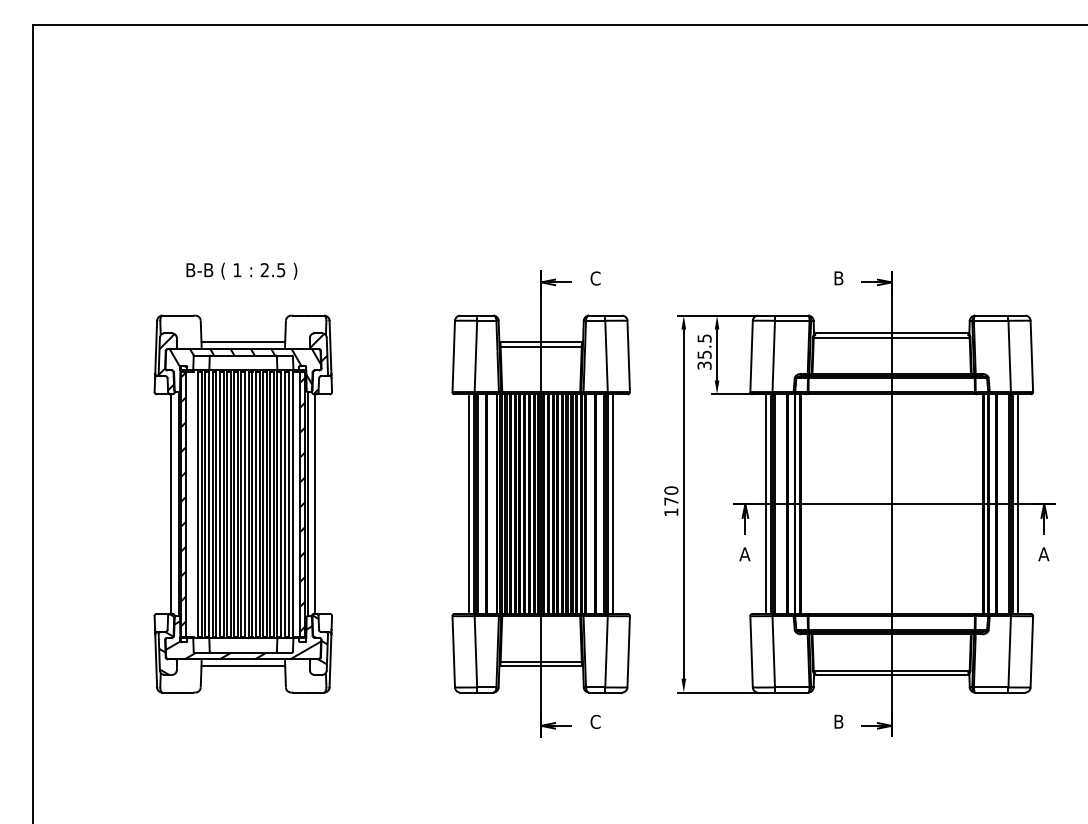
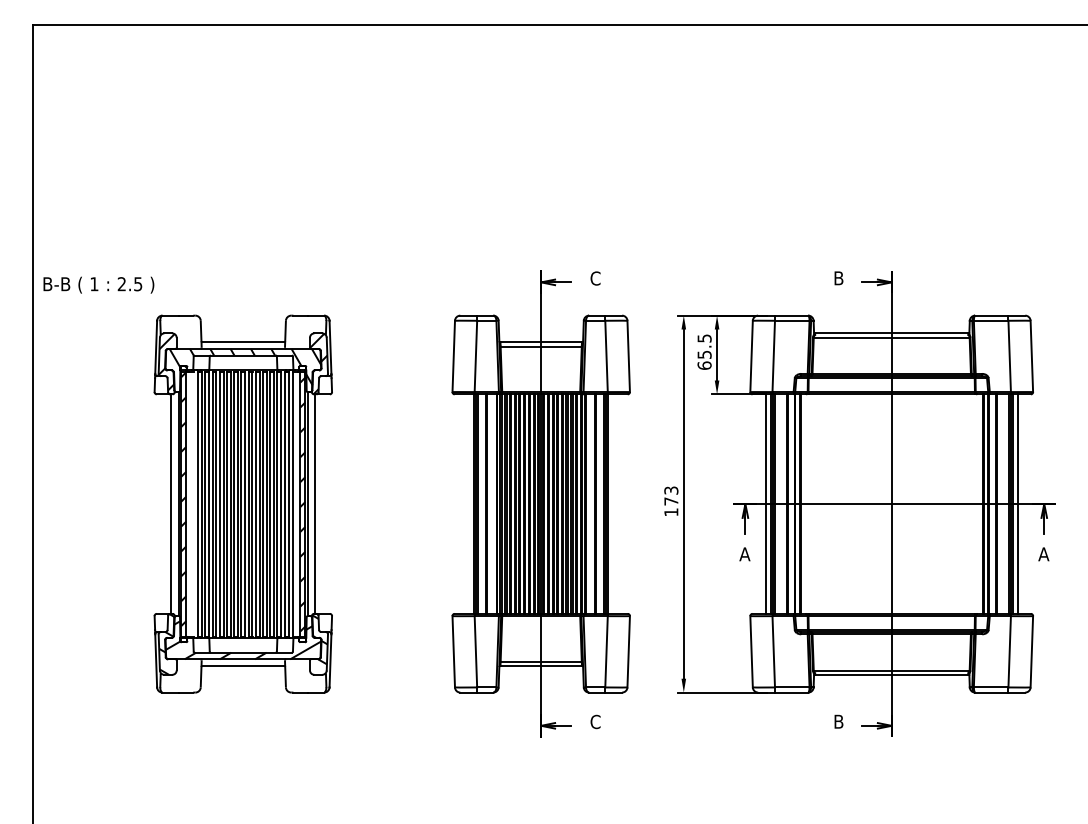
text at (241, 270) position: (241, 270) -> (98, 284)
text at (704, 365): 35.5 -> 65.5
text at (671, 490): 170 -> 173
line at (469, 503): present -> none
line at (613, 503): present -> none
